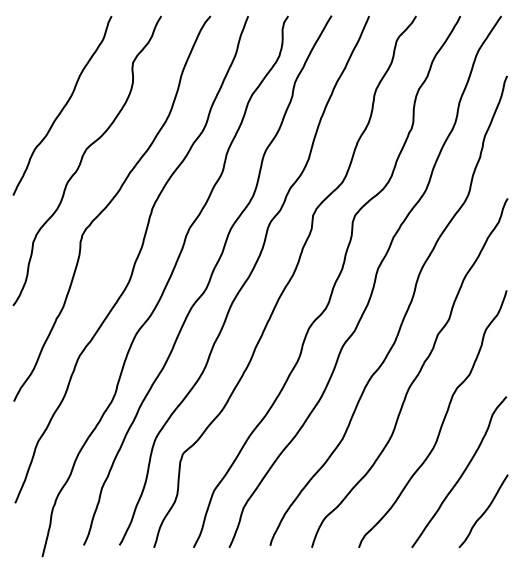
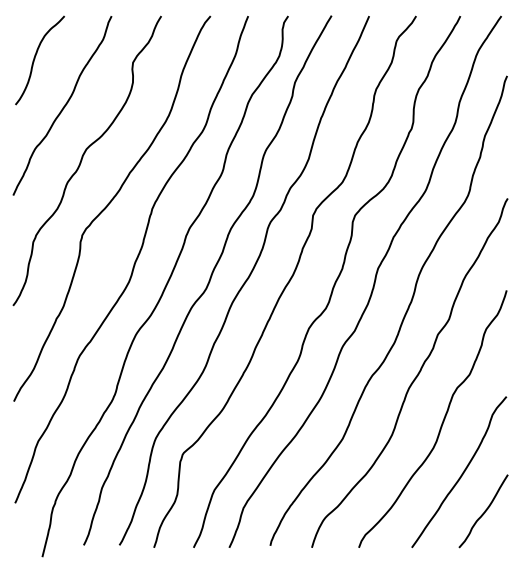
curve at (35, 59): none -> present
